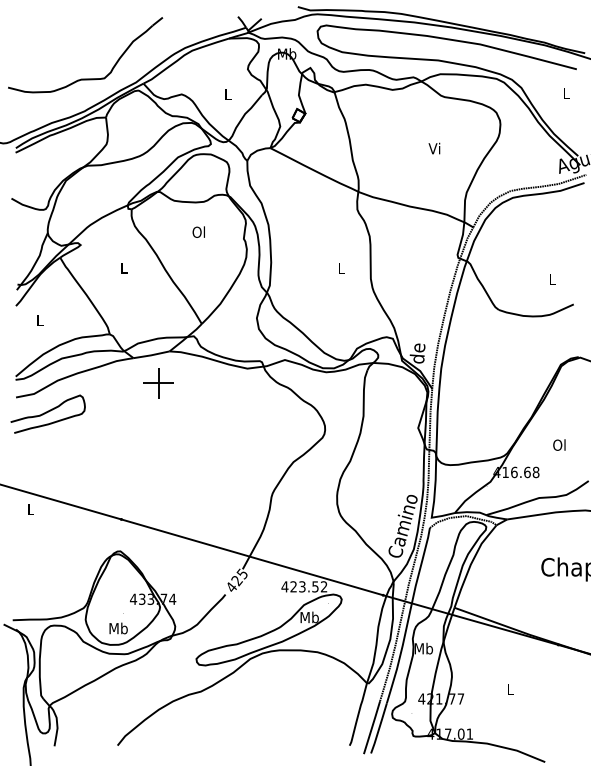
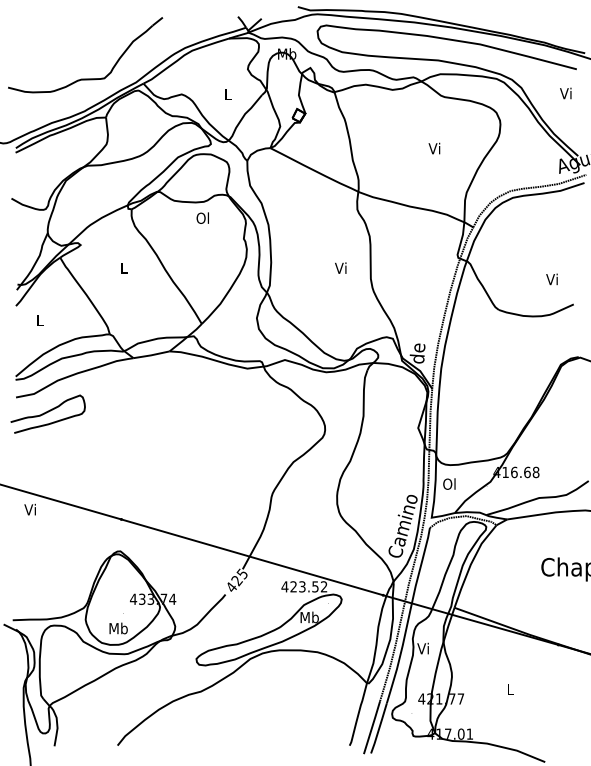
text at (565, 93): L -> Vi
text at (198, 231) position: (198, 231) -> (202, 217)
text at (340, 267): L -> Vi
text at (551, 279): L -> Vi
part at (158, 383): present -> none
text at (559, 444) position: (559, 444) -> (449, 483)
text at (29, 509): L -> Vi
text at (423, 648): Mb -> Vi
